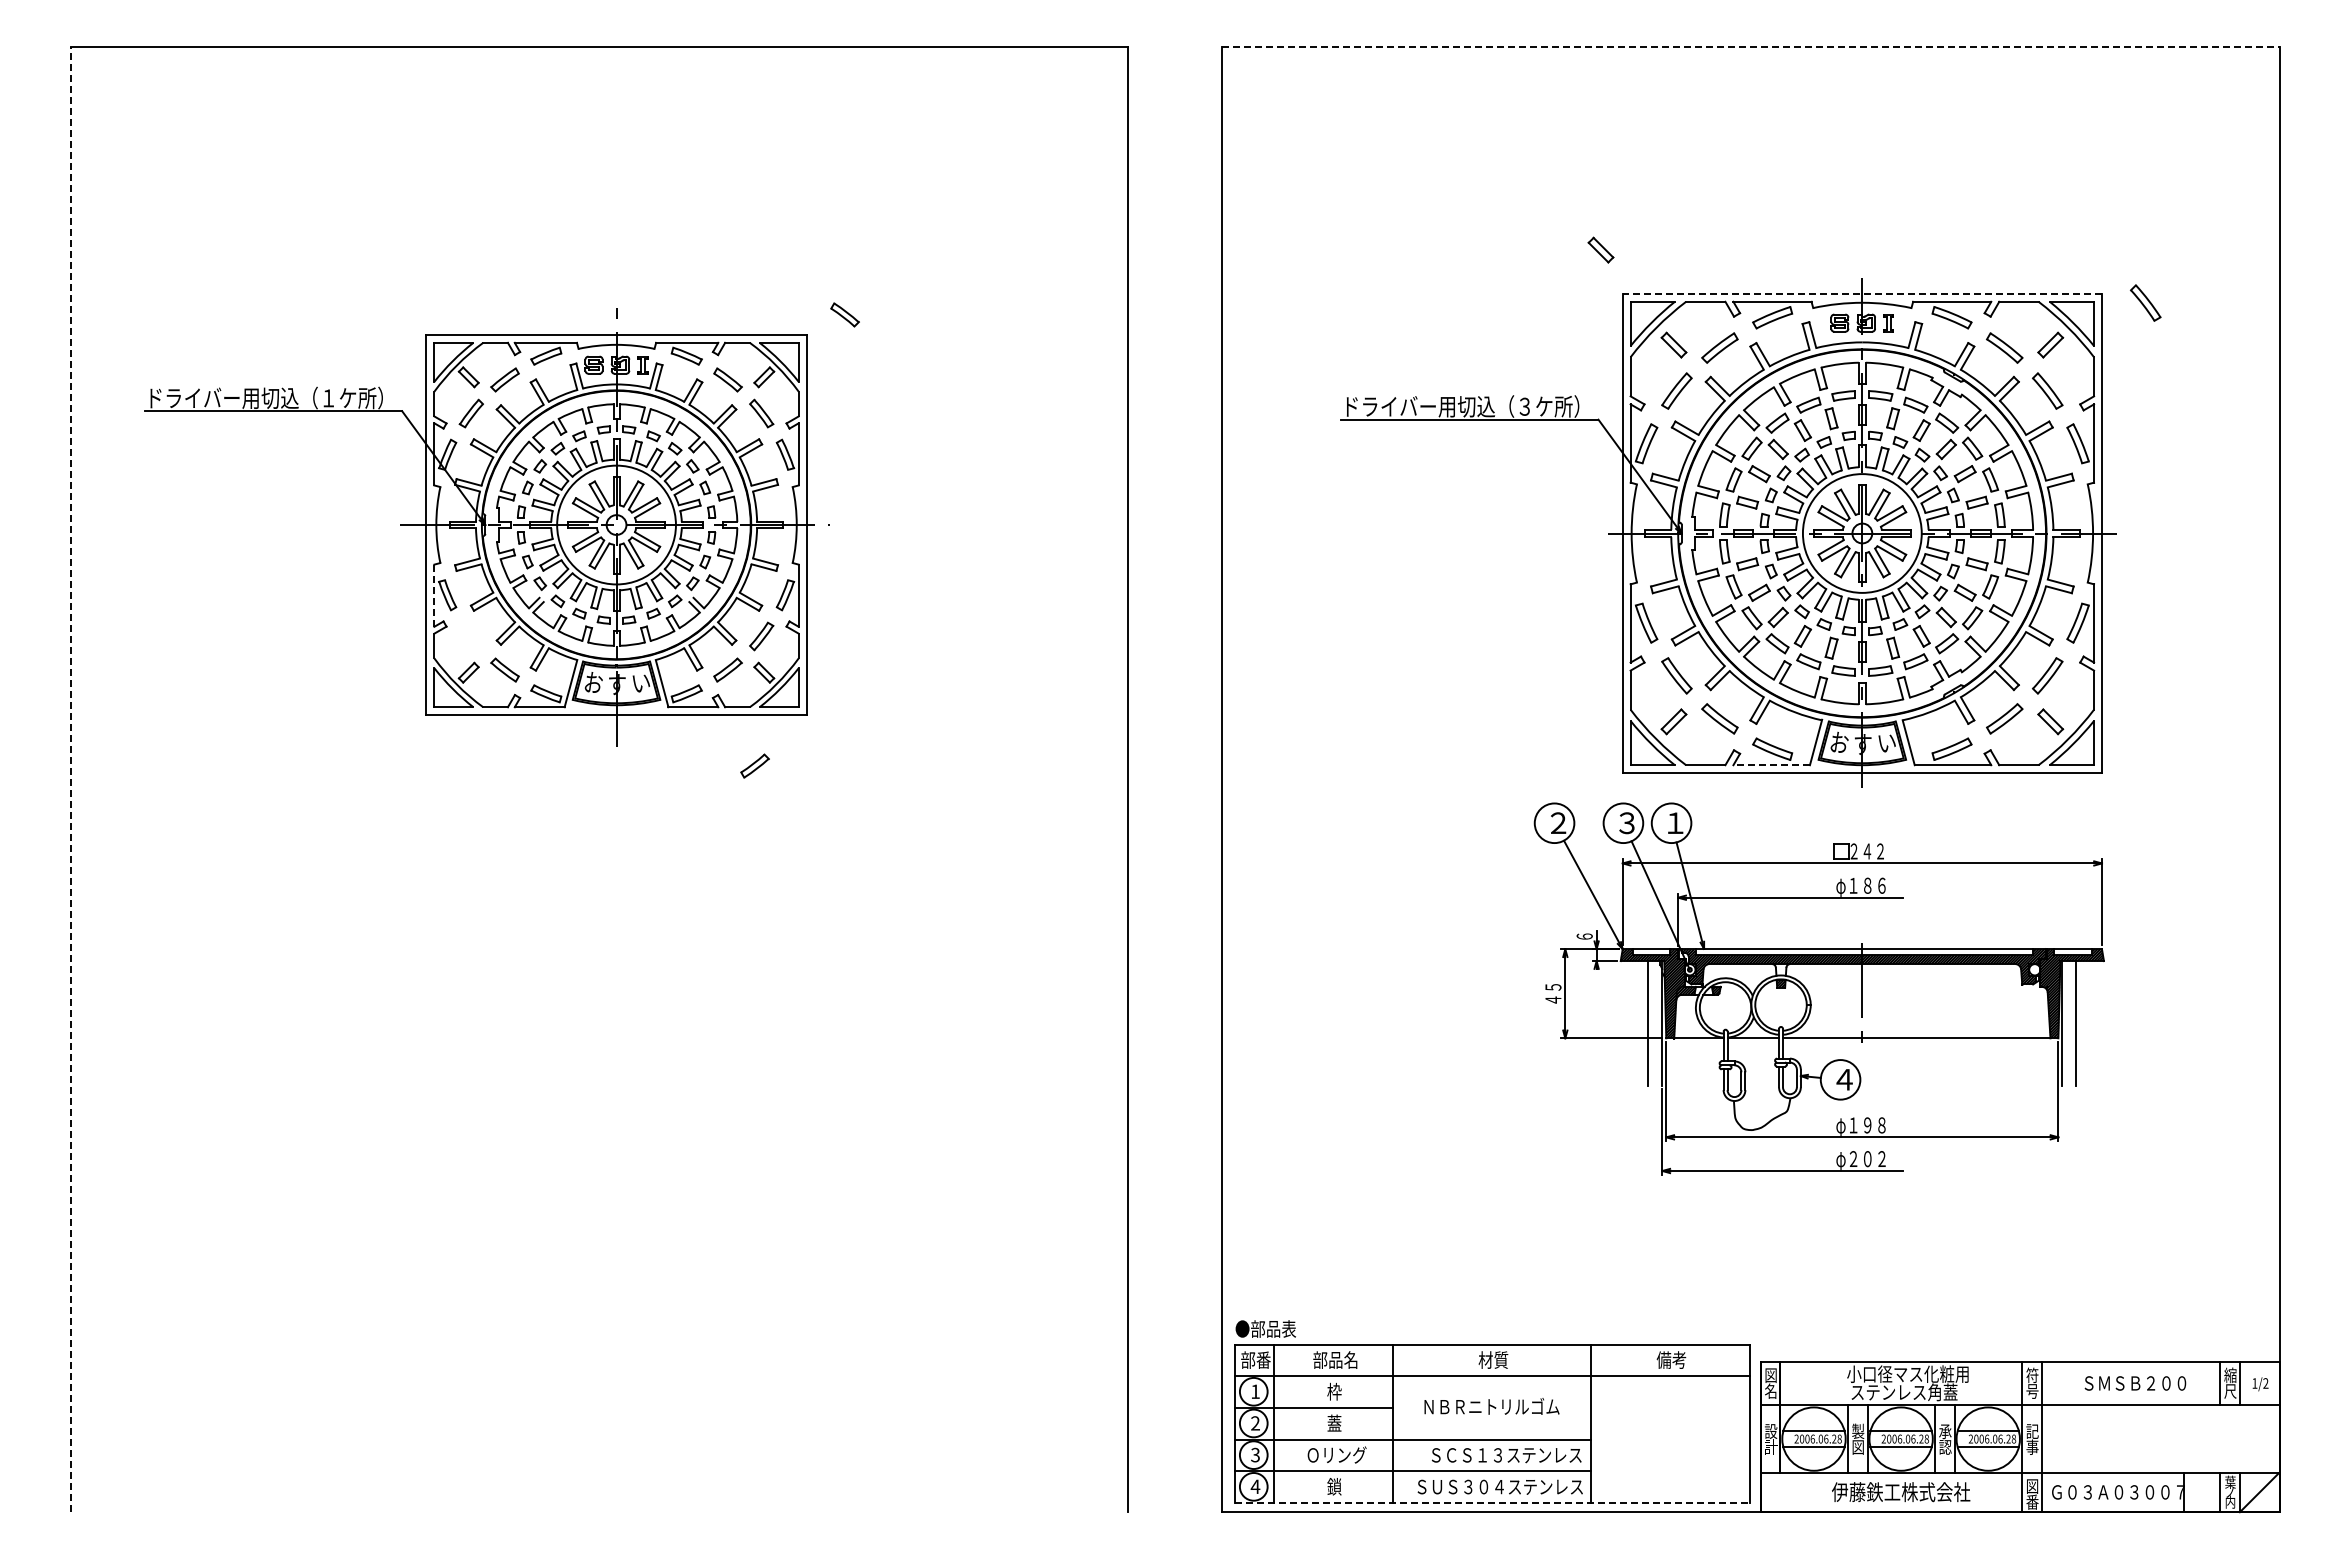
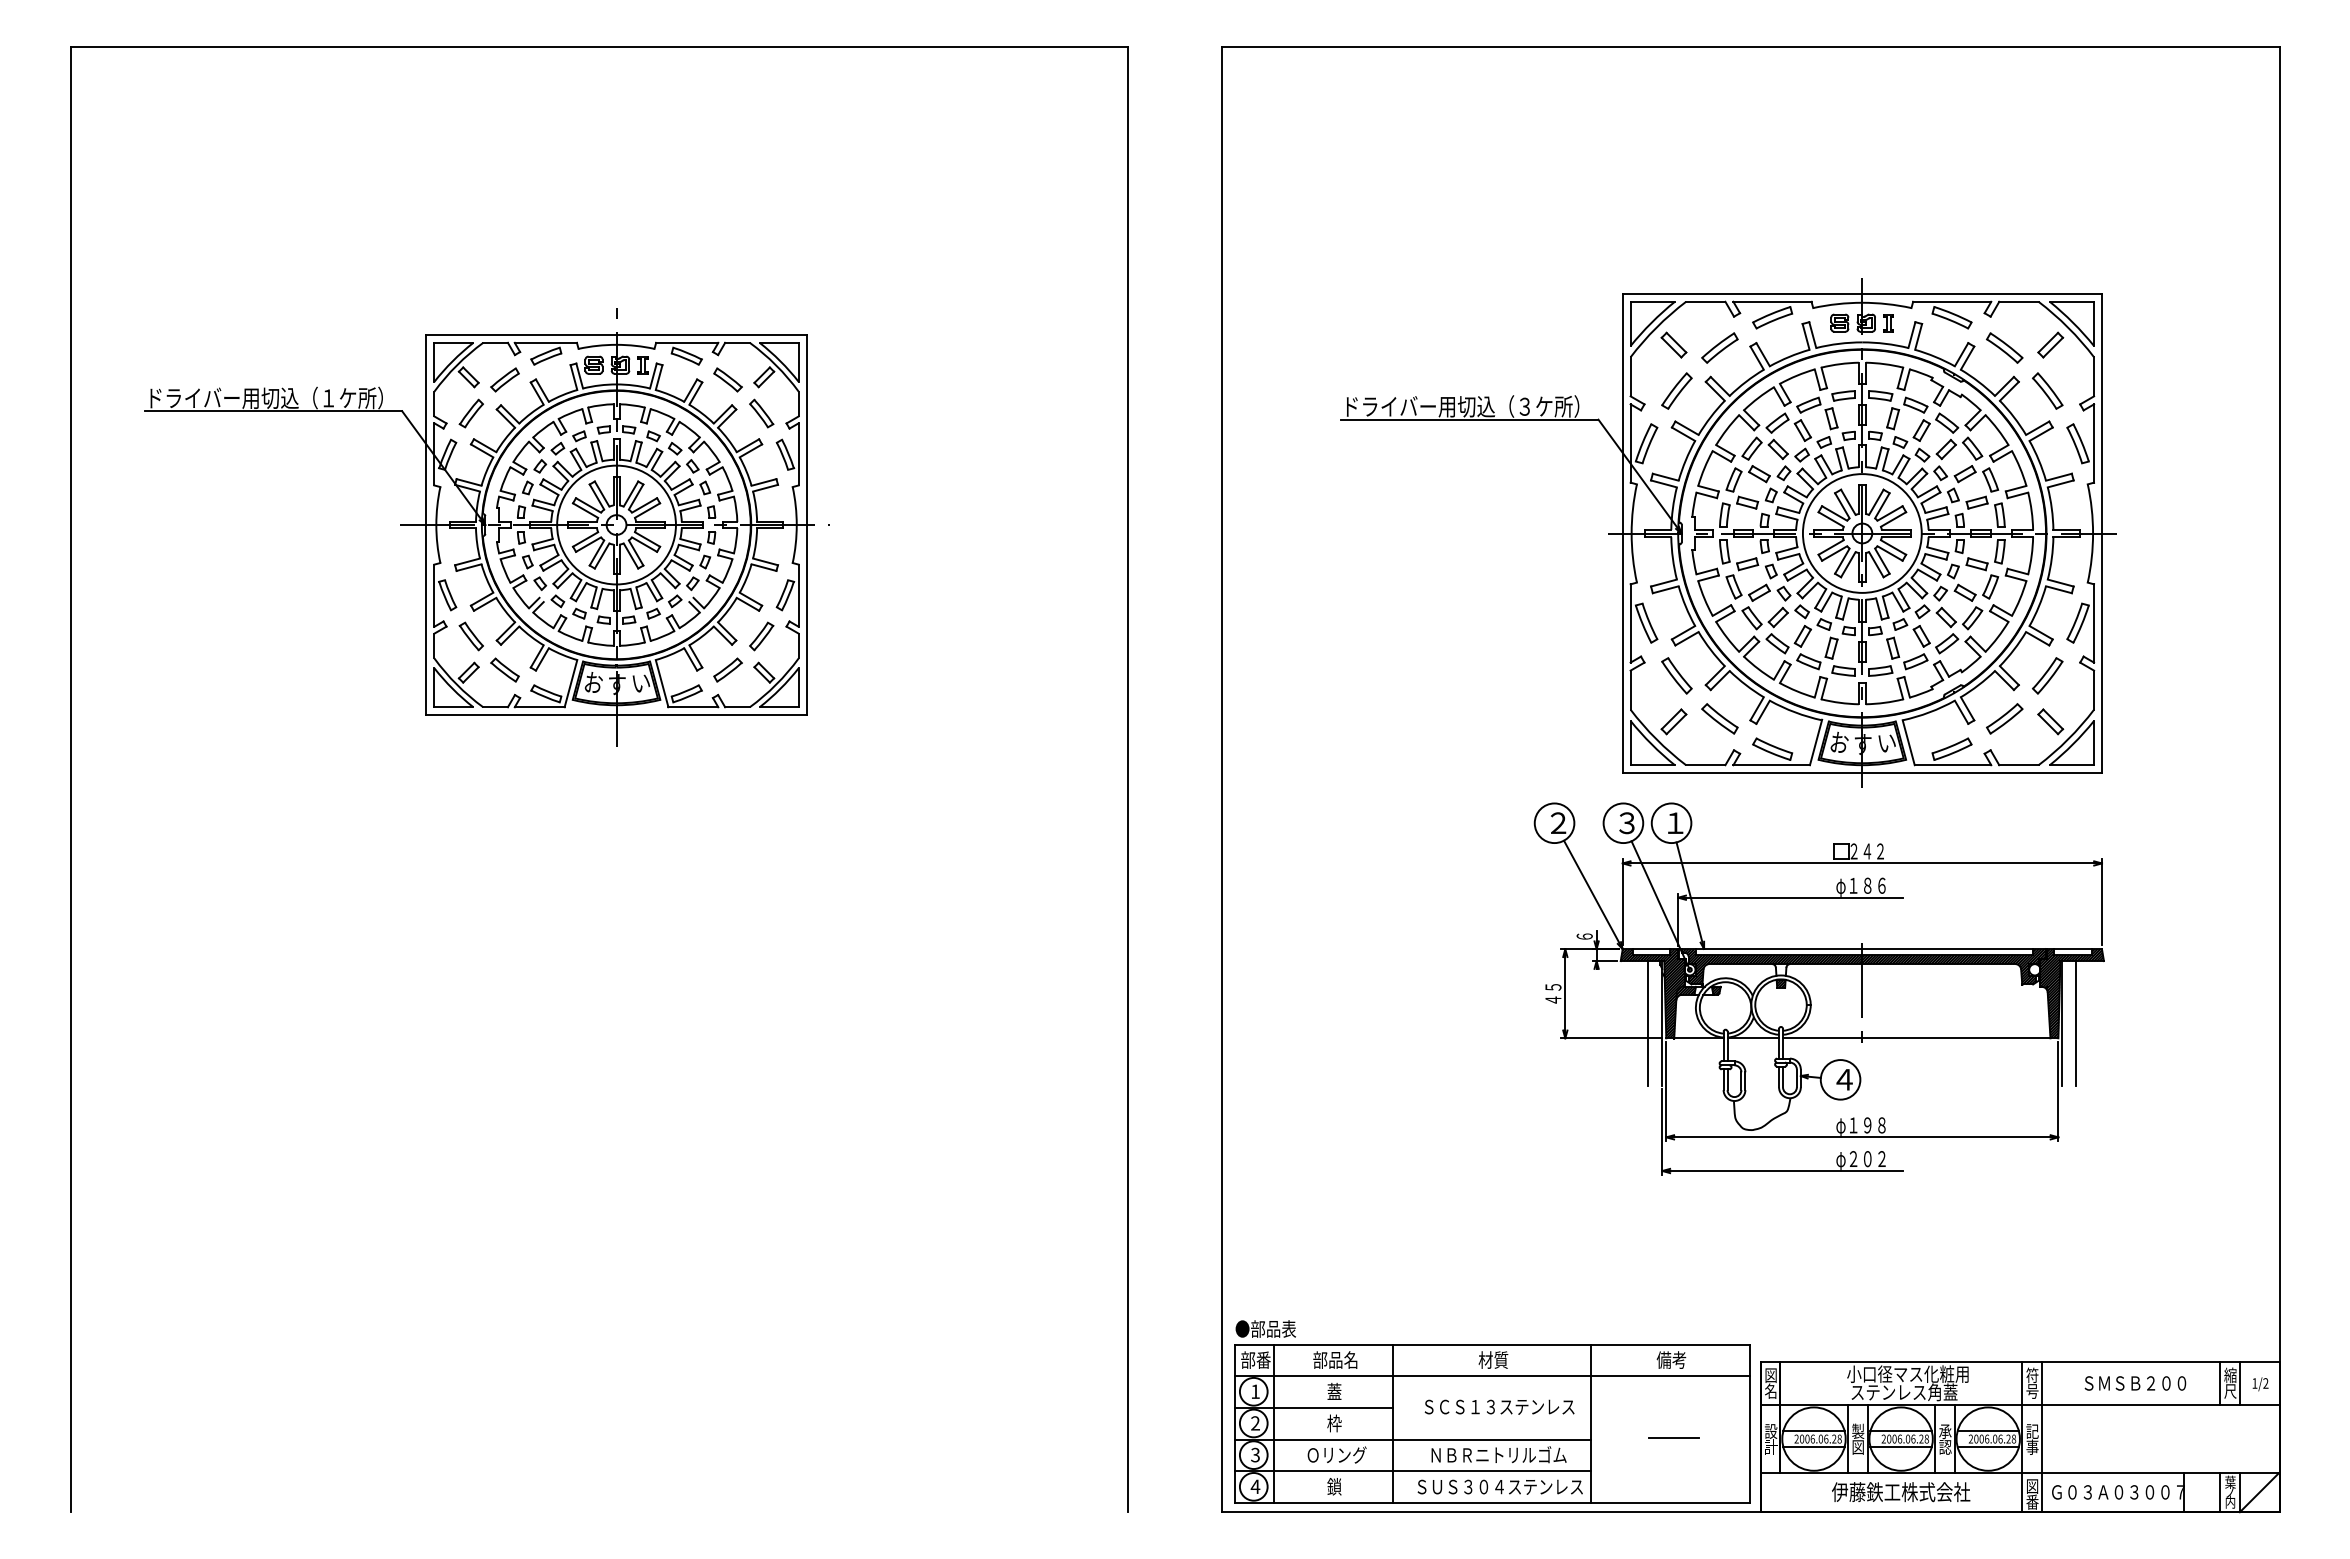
line at (1750, 46): dashed -> solid
part at (1600, 249): present -> none
line at (1862, 293): dashed -> solid
part at (2145, 302): present -> none
part at (844, 314): present -> none
line at (434, 595): dashed -> solid
part at (470, 636): none -> present
part at (754, 765): present -> none
line at (1771, 765): dashed -> solid
line at (70, 779): dashed -> solid
text at (1334, 1391): 枠 -> 蓋
text at (1499, 1406): ＮＢＲニトリルゴム -> ＳＣＳ１３ステンレス
text at (1334, 1423): 蓋 -> 枠
line at (1673, 1438): none -> present
text at (1506, 1454): ＳＣＳ１３ステンレス -> ＮＢＲニトリルゴム
line at (1492, 1502): dashed -> solid
